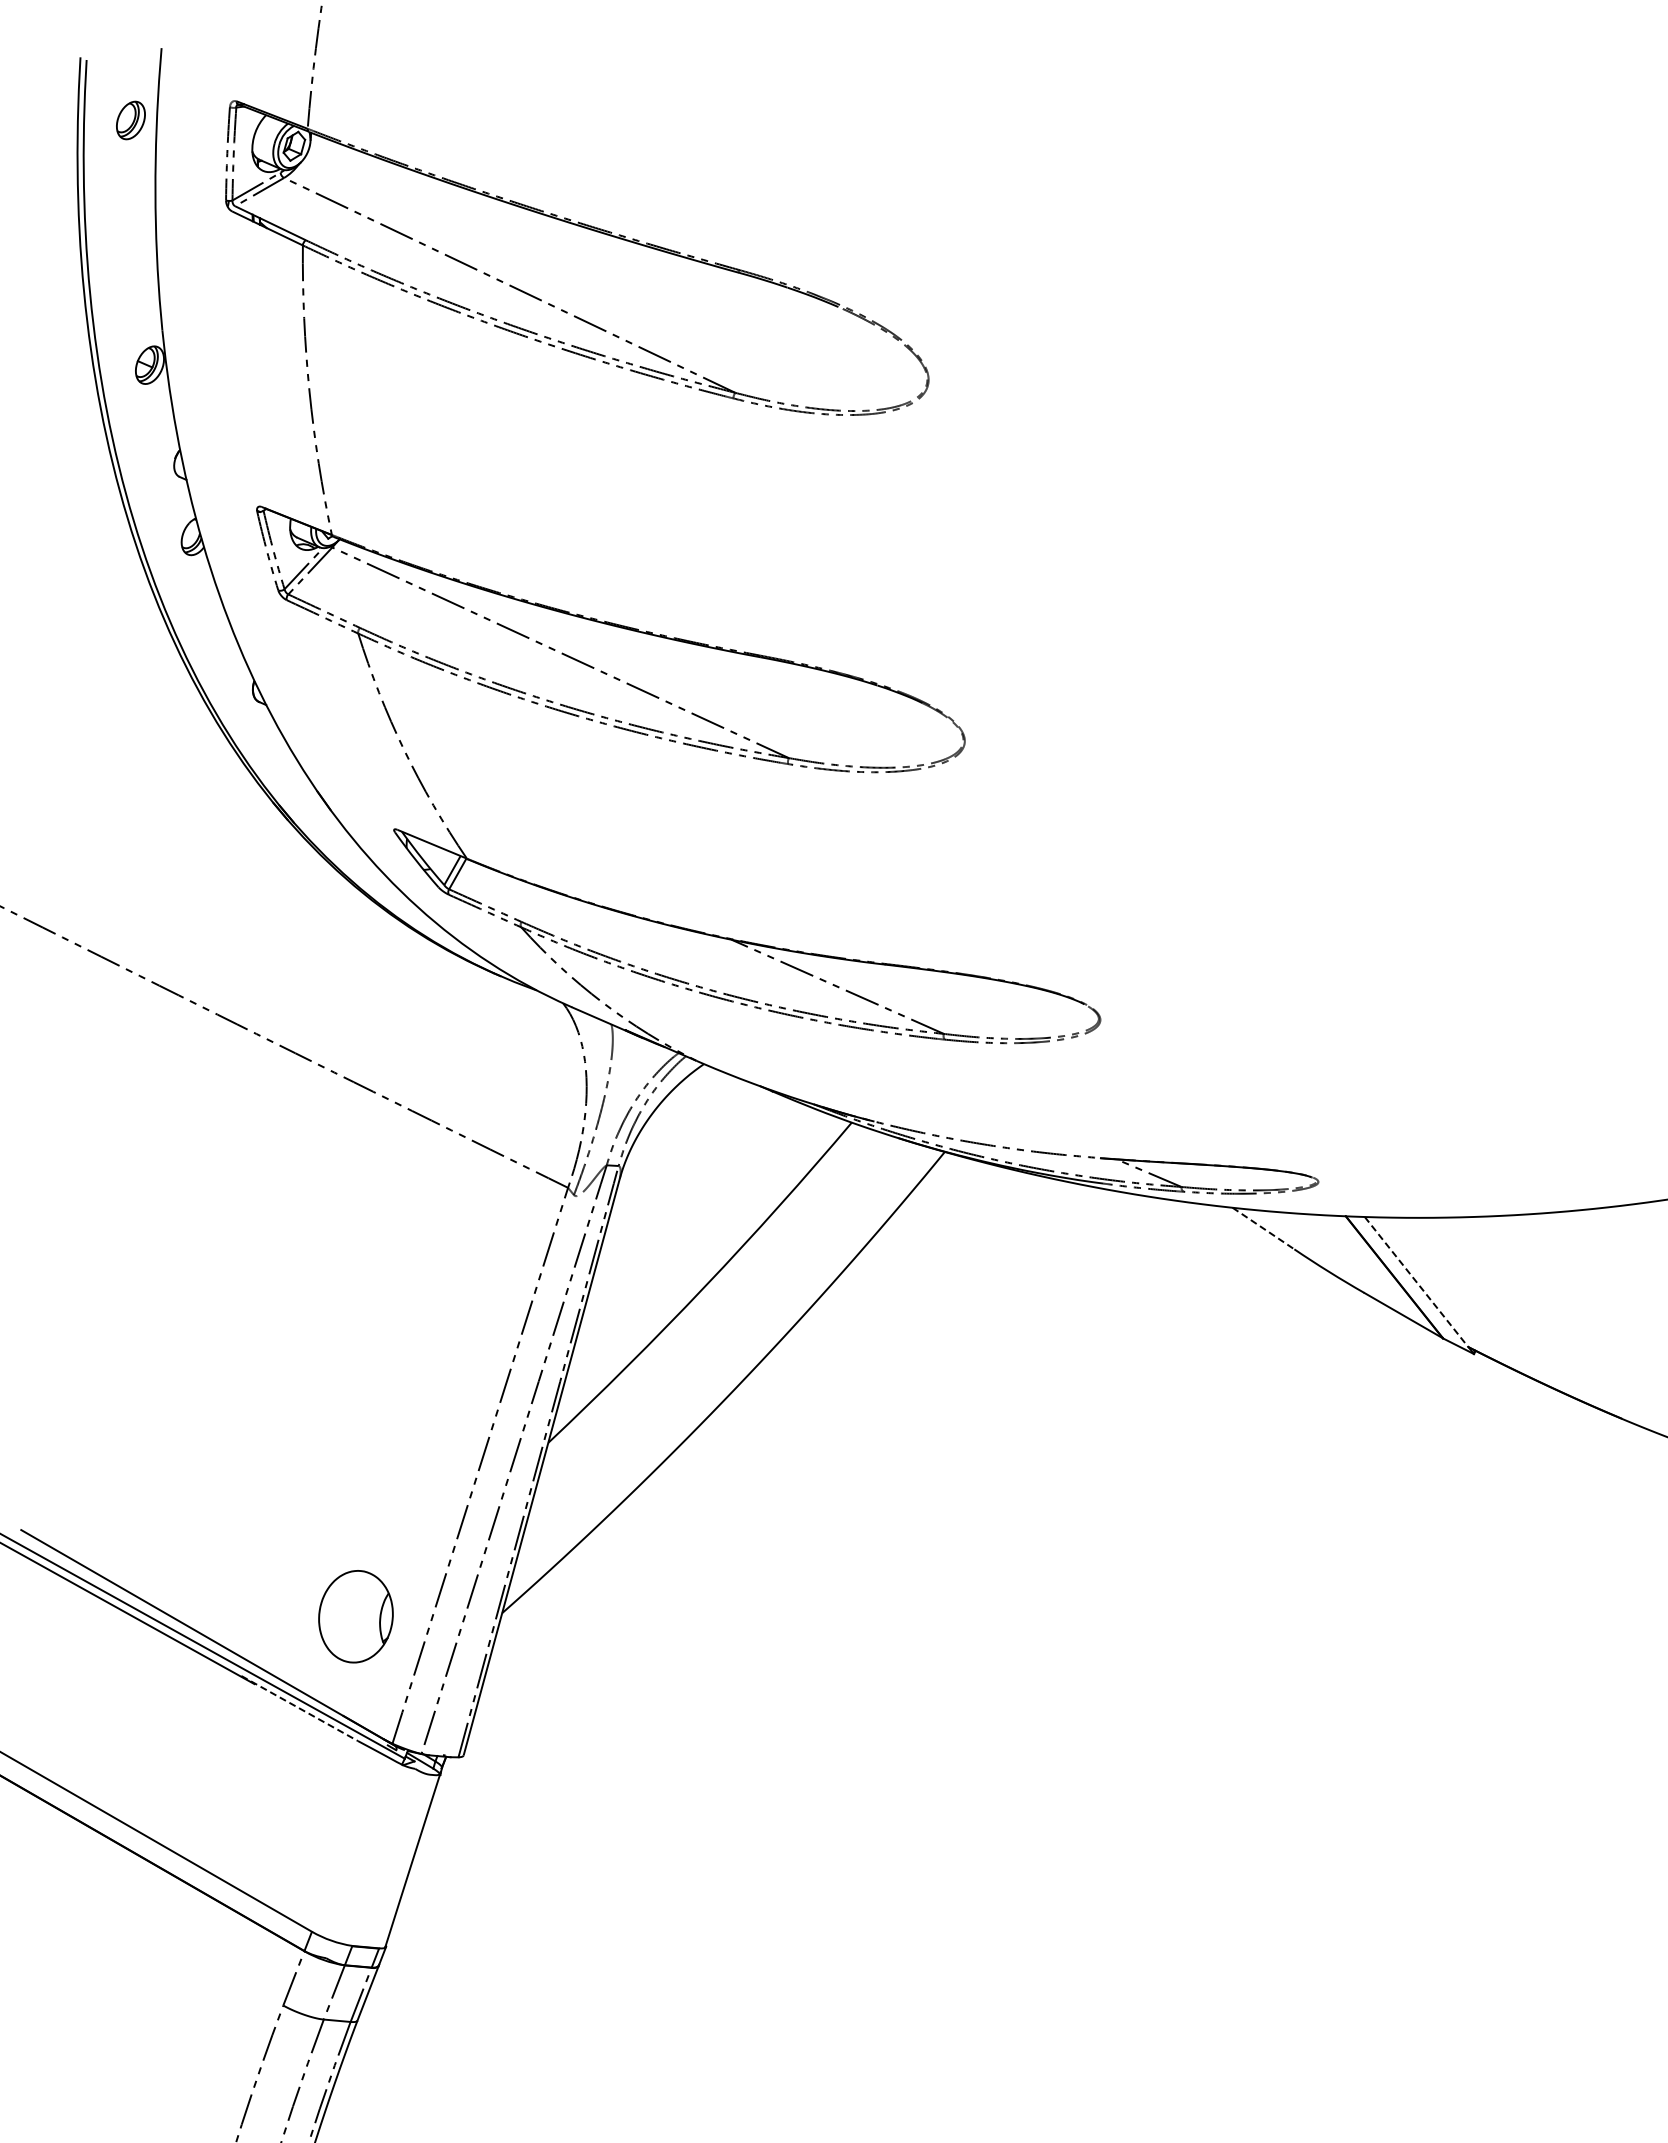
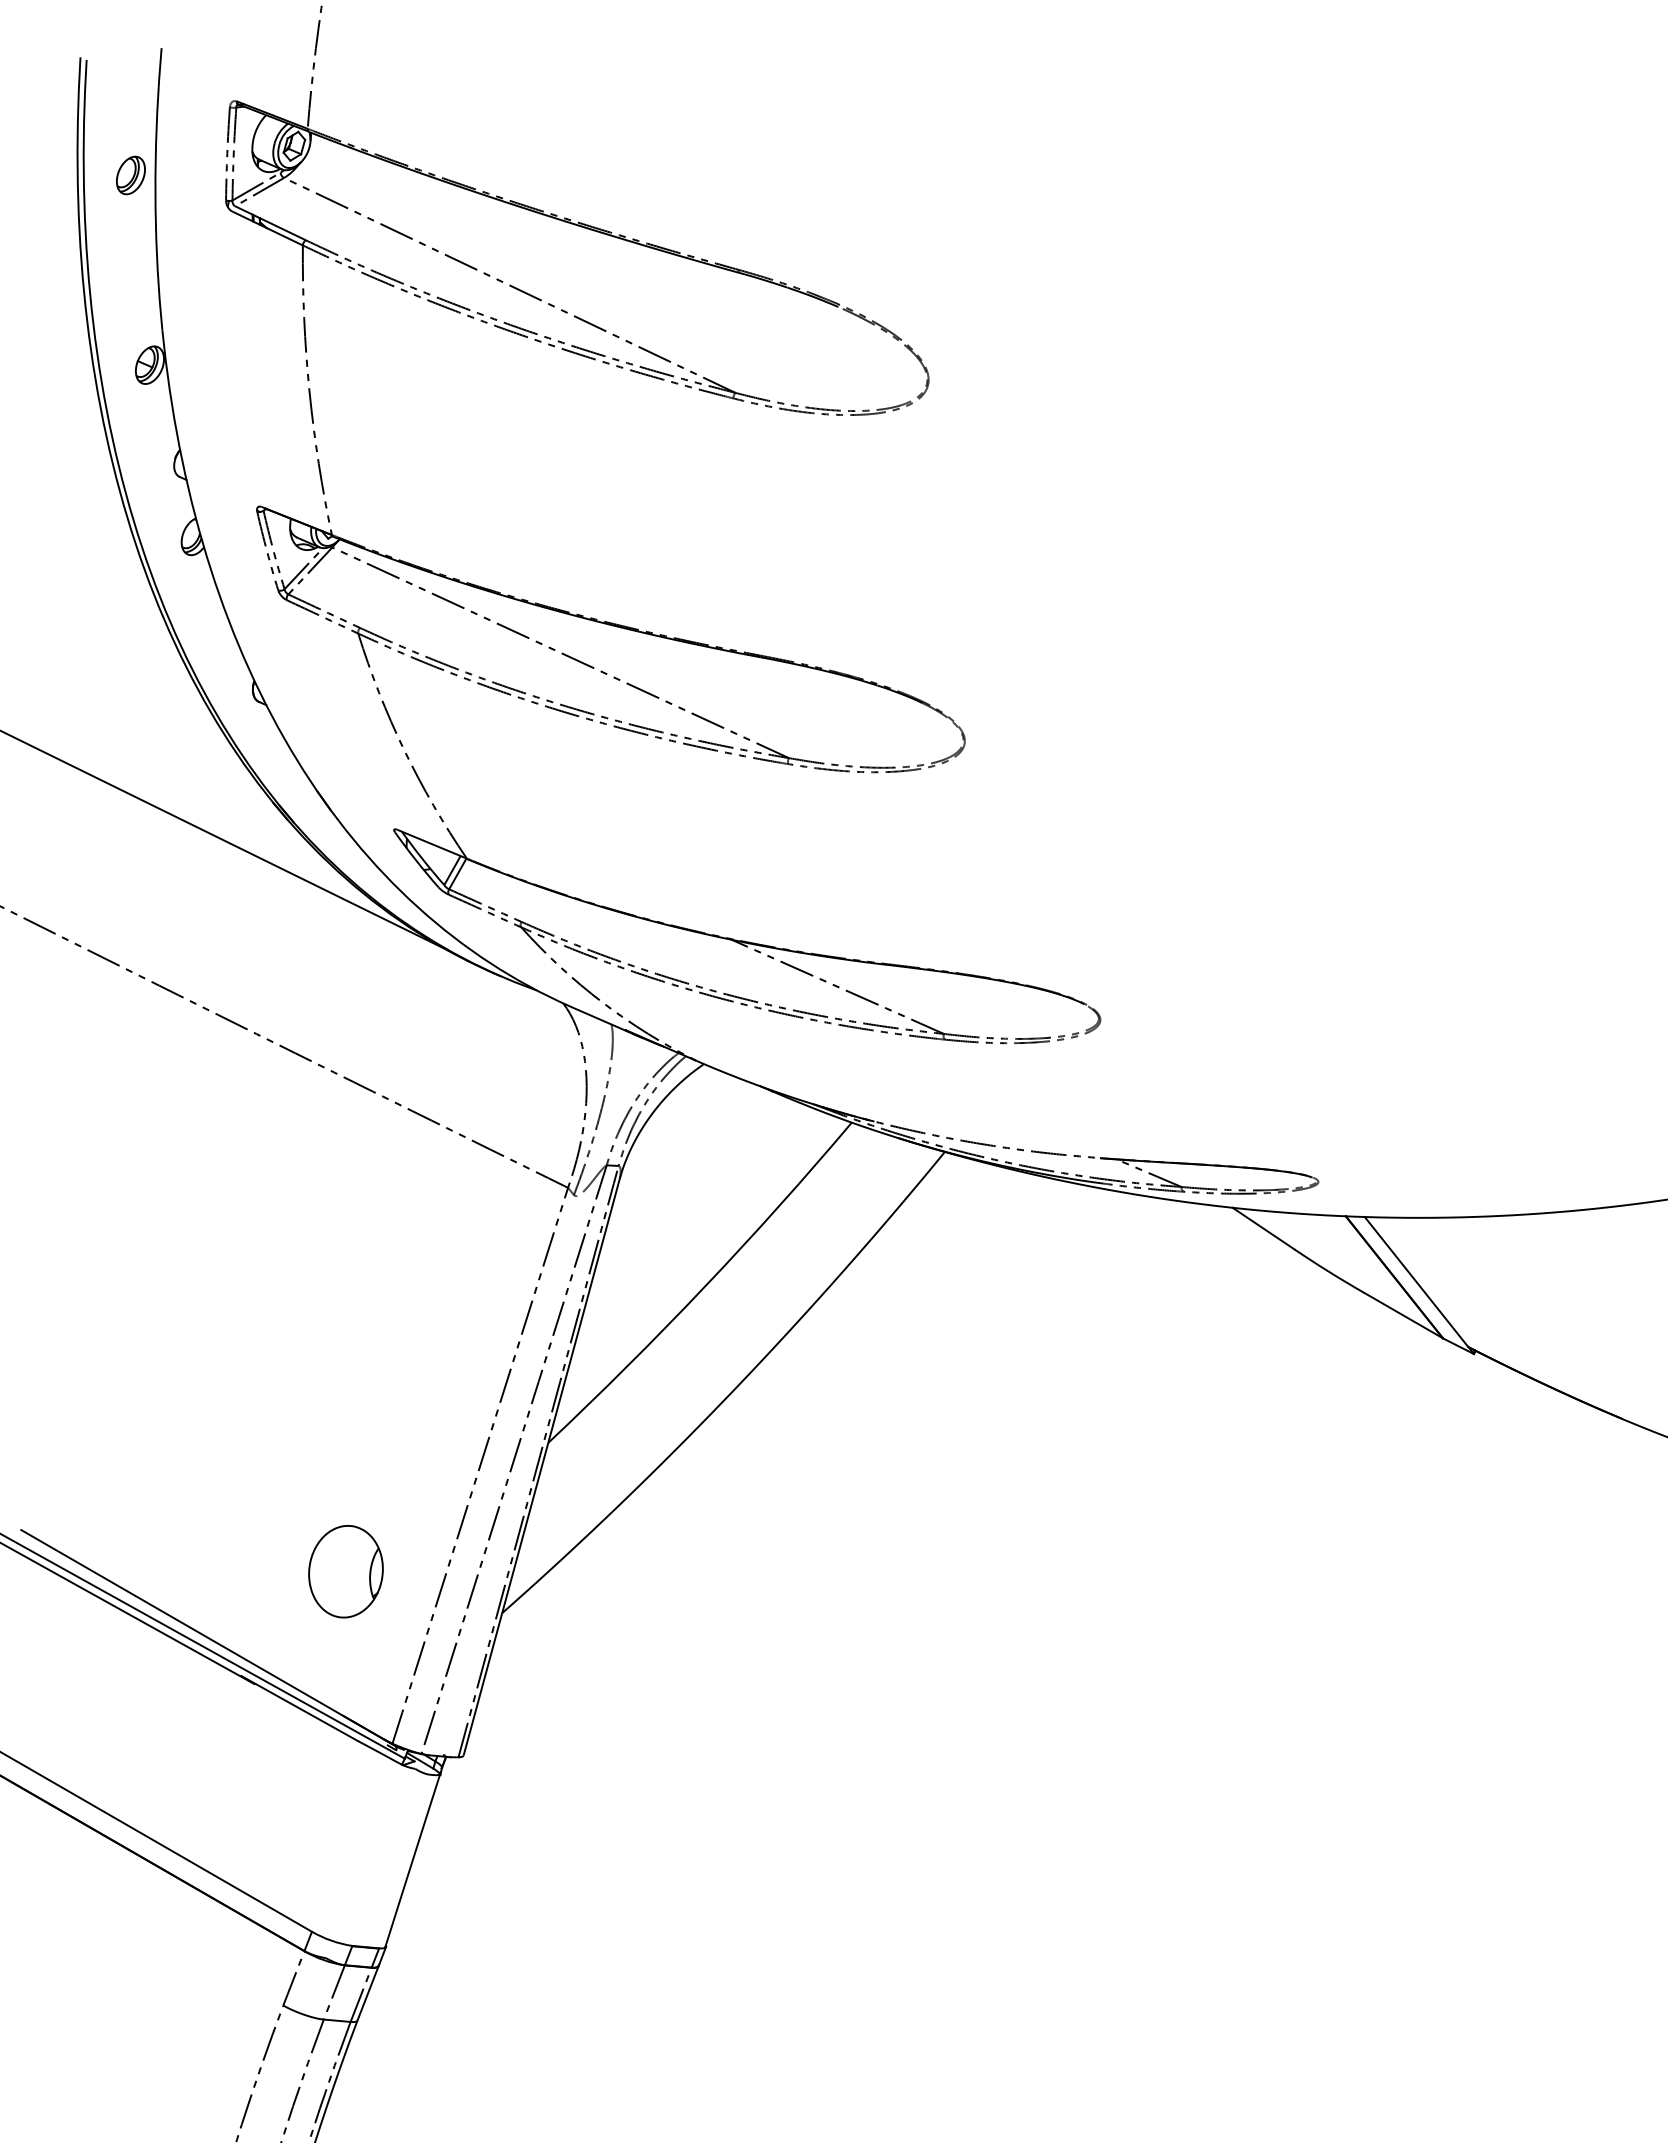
part at (130, 120) position: (130, 120) -> (130, 175)
line at (222, 839): none -> present
line at (1263, 1228): dashed -> solid
line at (1416, 1282): dashed -> solid
part at (355, 1616) position: (355, 1616) -> (345, 1571)
line at (299, 1708): dashed -> solid
